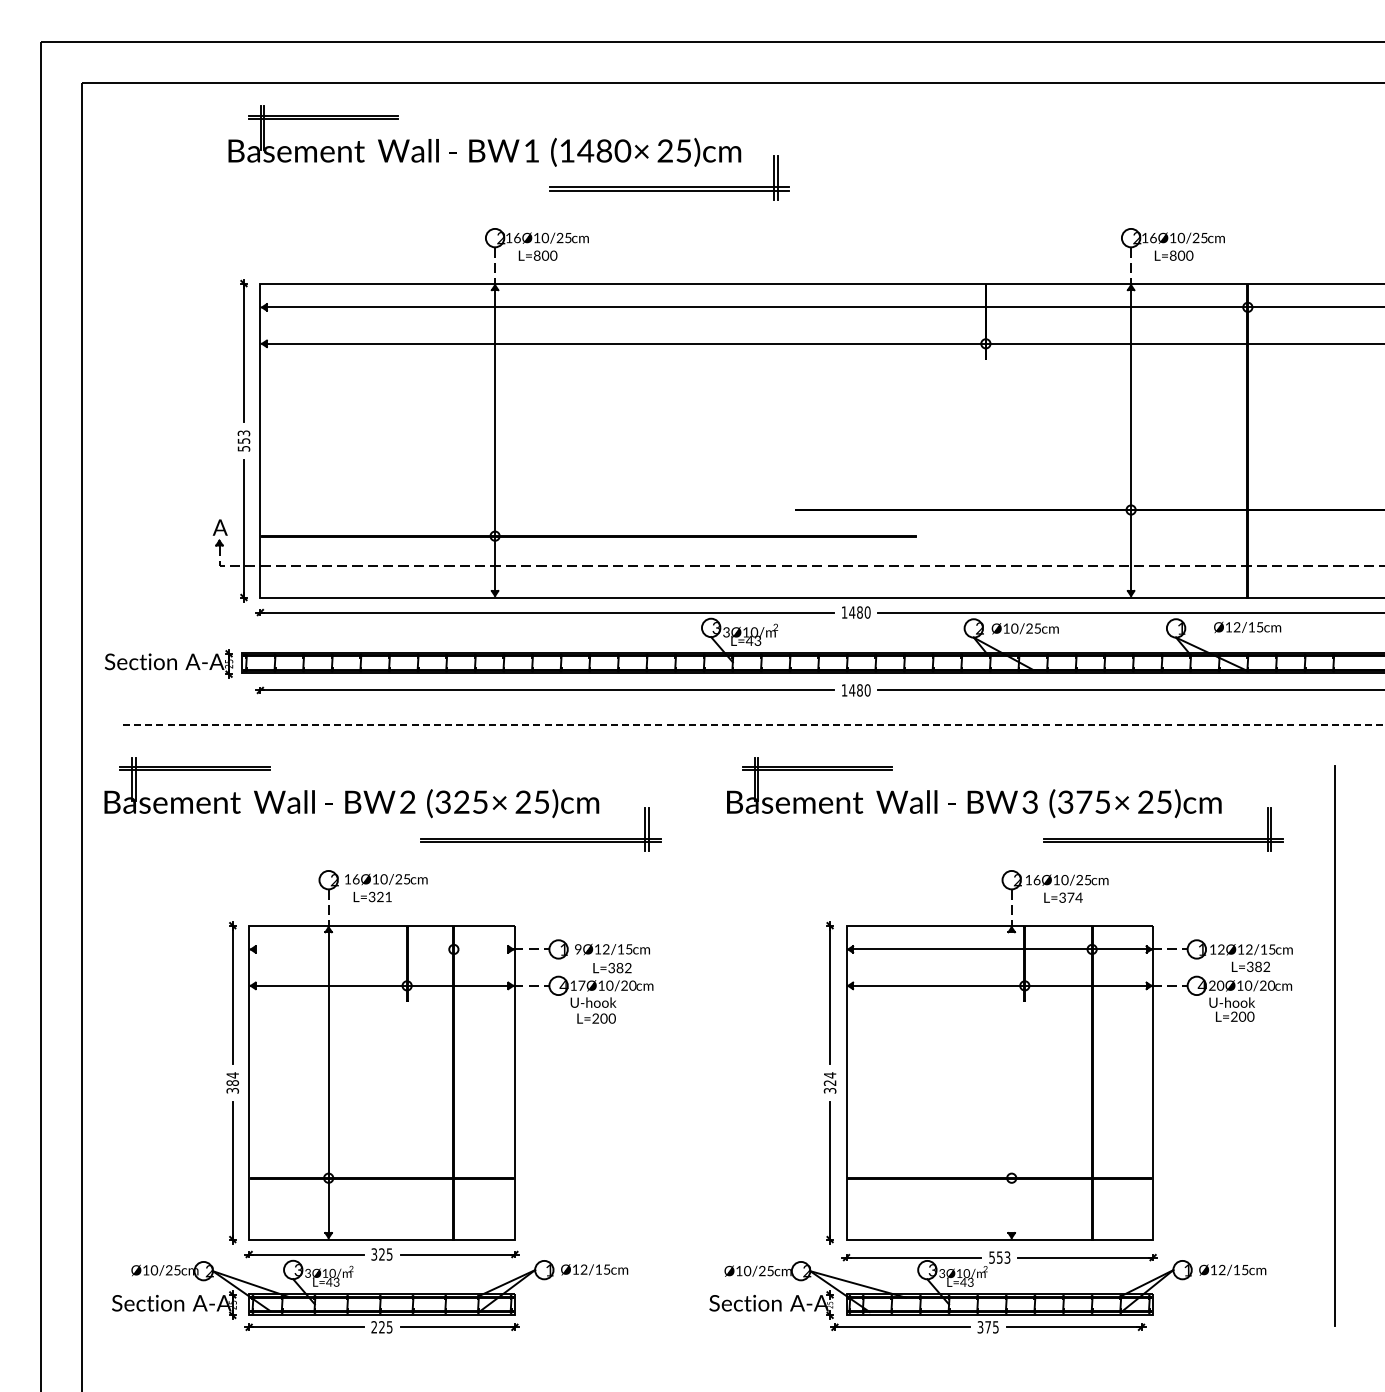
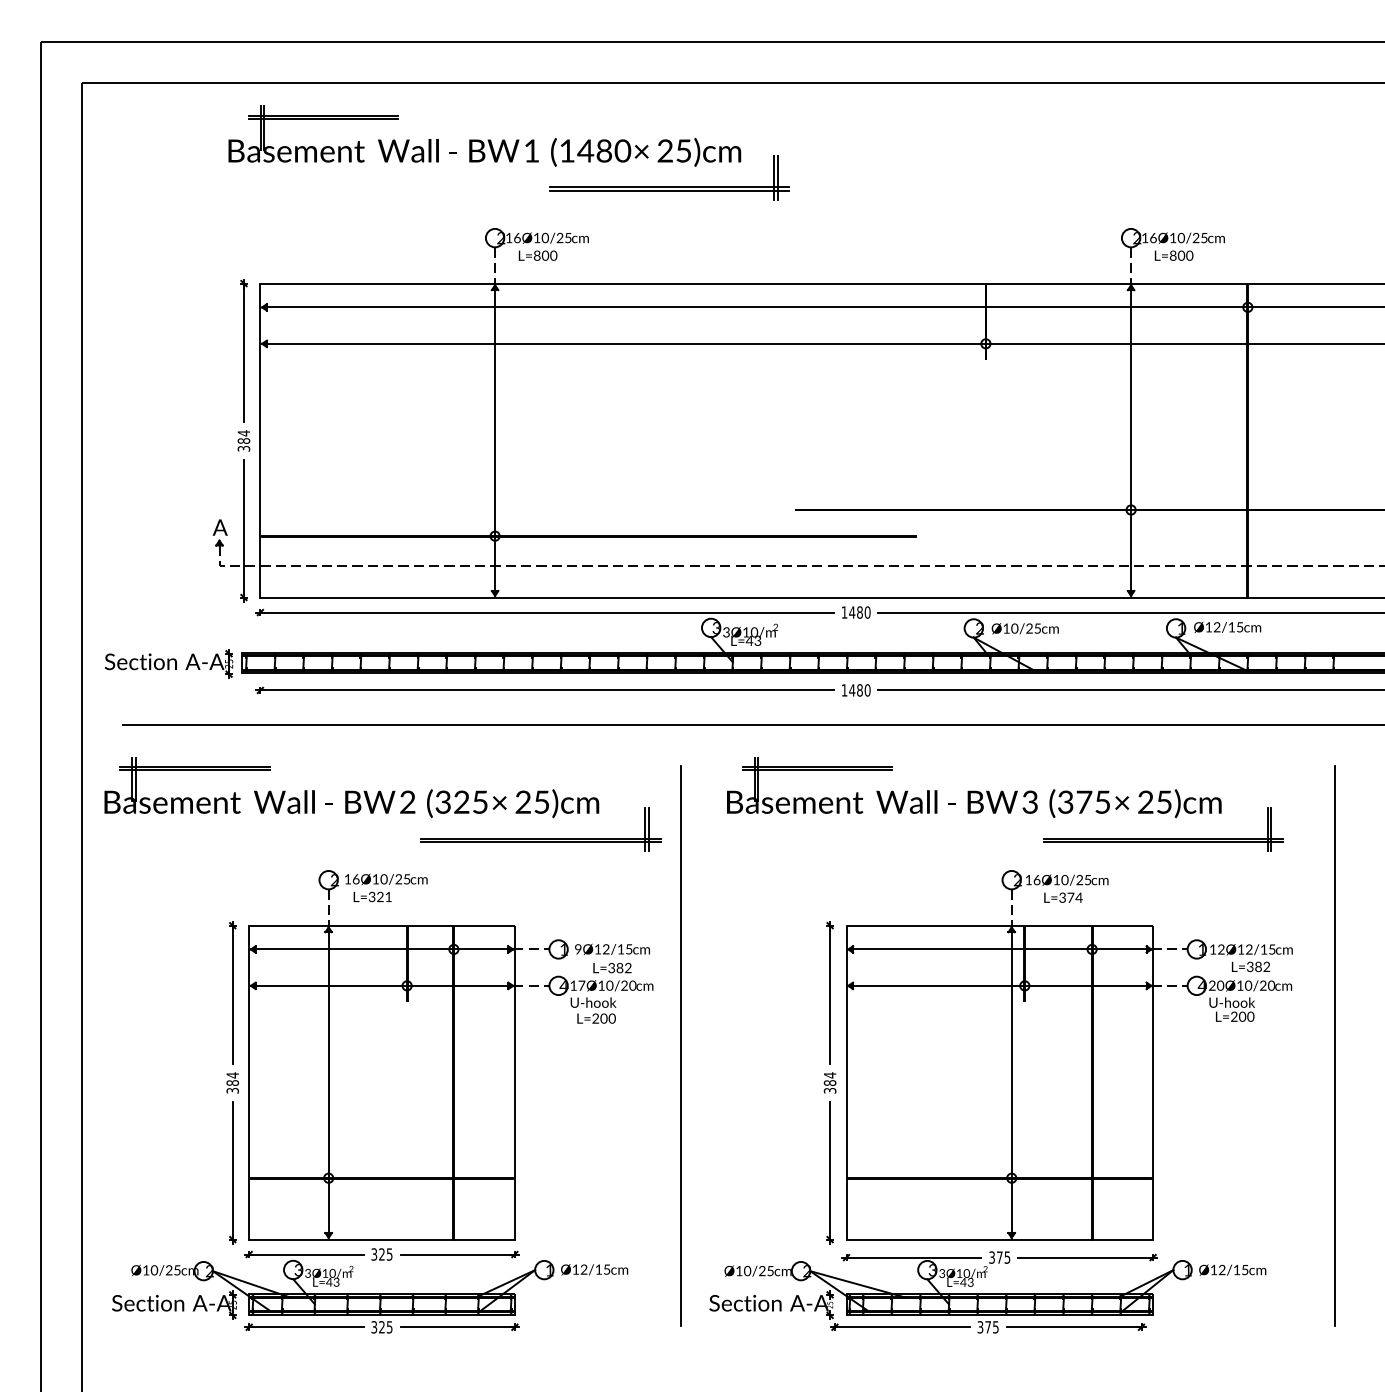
text at (243, 440): 553 -> 384
text at (1247, 627) position: (1247, 627) -> (1227, 627)
line at (754, 724): dashed -> solid
line at (381, 949): none -> present
line at (681, 1045): none -> present
text at (830, 1082): 324 -> 384
line at (1011, 1082): none -> present
text at (999, 1257): 553 -> 375
text at (374, 1327): 225 -> 325
